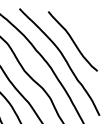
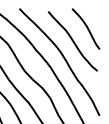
curve at (86, 28): none -> present
